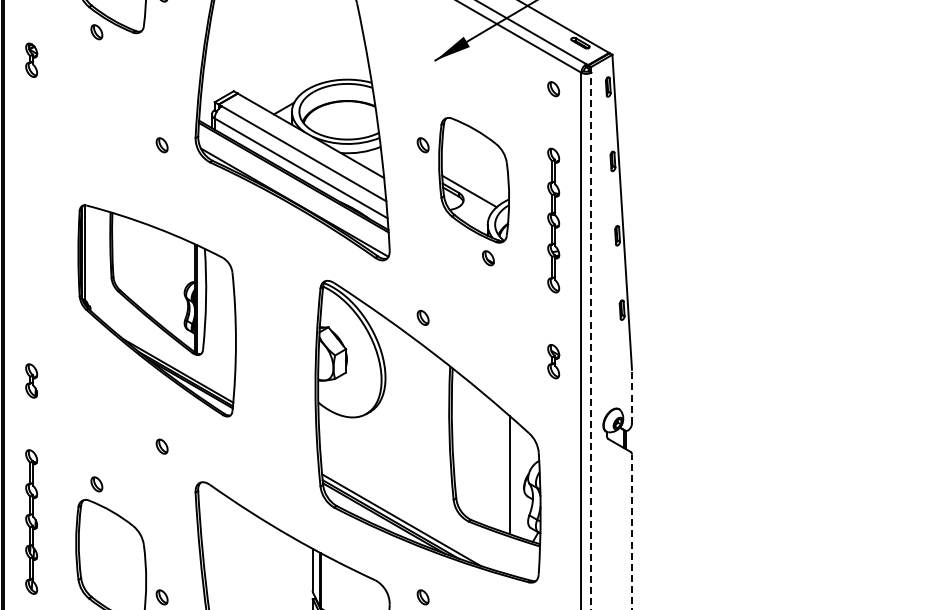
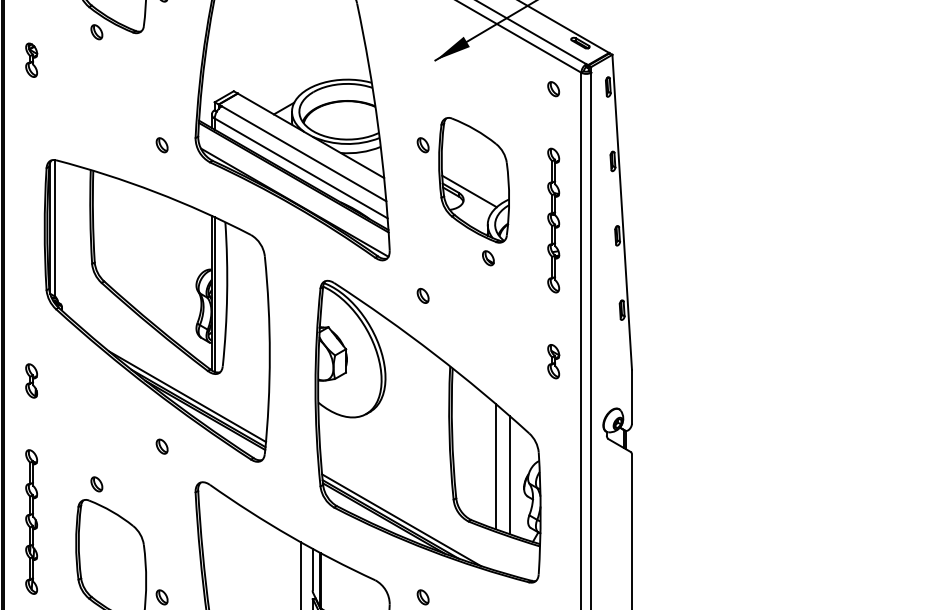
part at (156, 310) size: 160x214 px -> 228x304 px
part at (422, 317) position: (422, 317) -> (422, 295)
line at (591, 340): dashed -> solid
line at (631, 396): dashed -> solid
line at (495, 466): none -> present
line at (631, 531): dashed -> solid
line at (301, 574): none -> present
